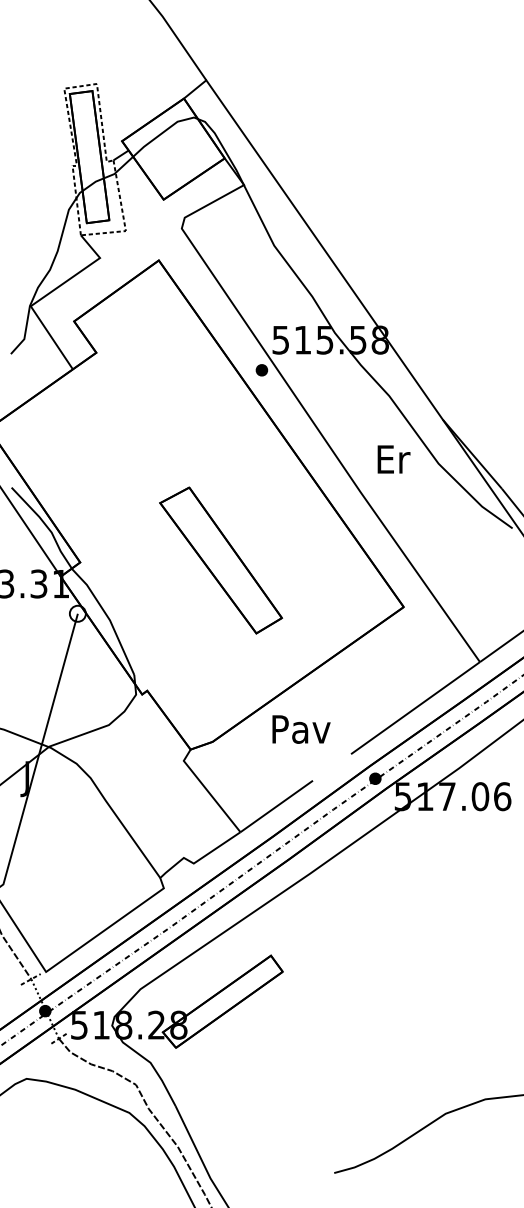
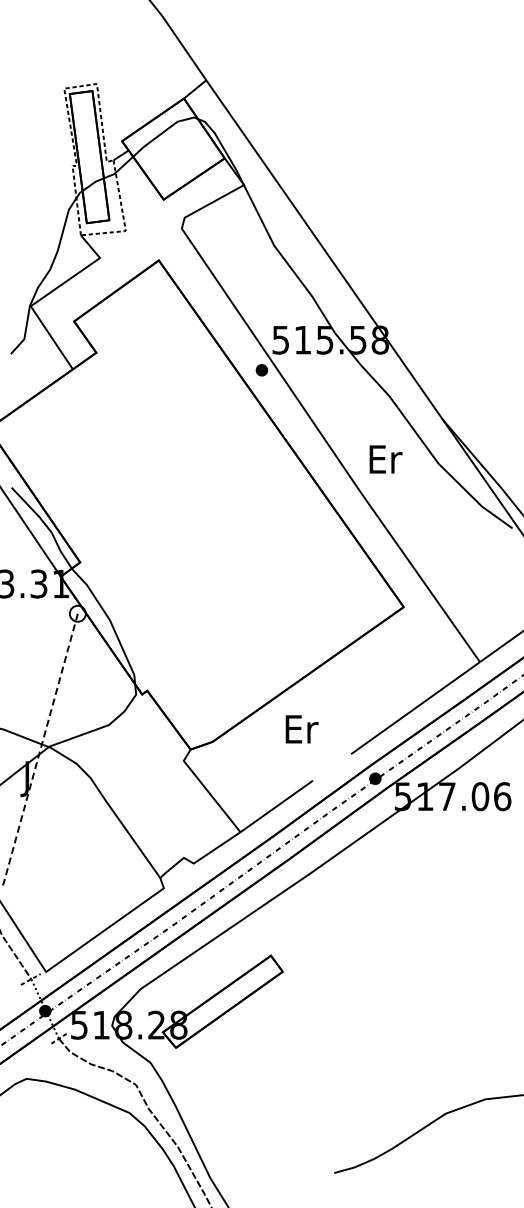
text at (393, 459) position: (393, 459) -> (385, 459)
part at (221, 560): present -> none
text at (301, 729): Pav -> Er
line at (39, 751): solid -> dashed
